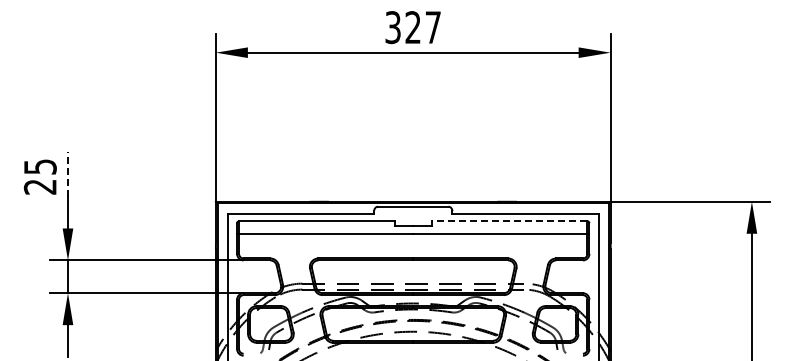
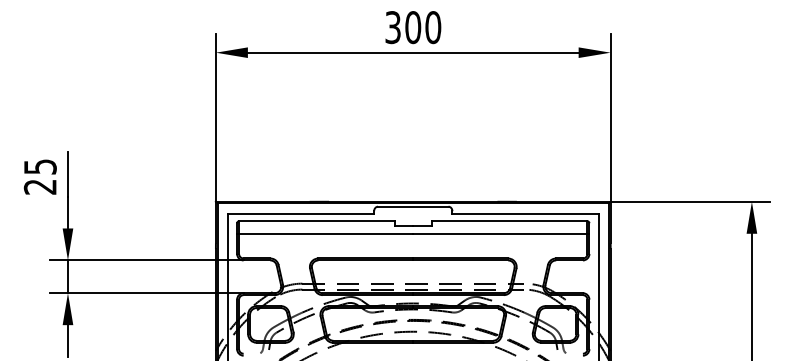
text at (423, 27): 327 -> 300
line at (67, 173): dashed -> solid
line at (509, 221): dashed -> solid
